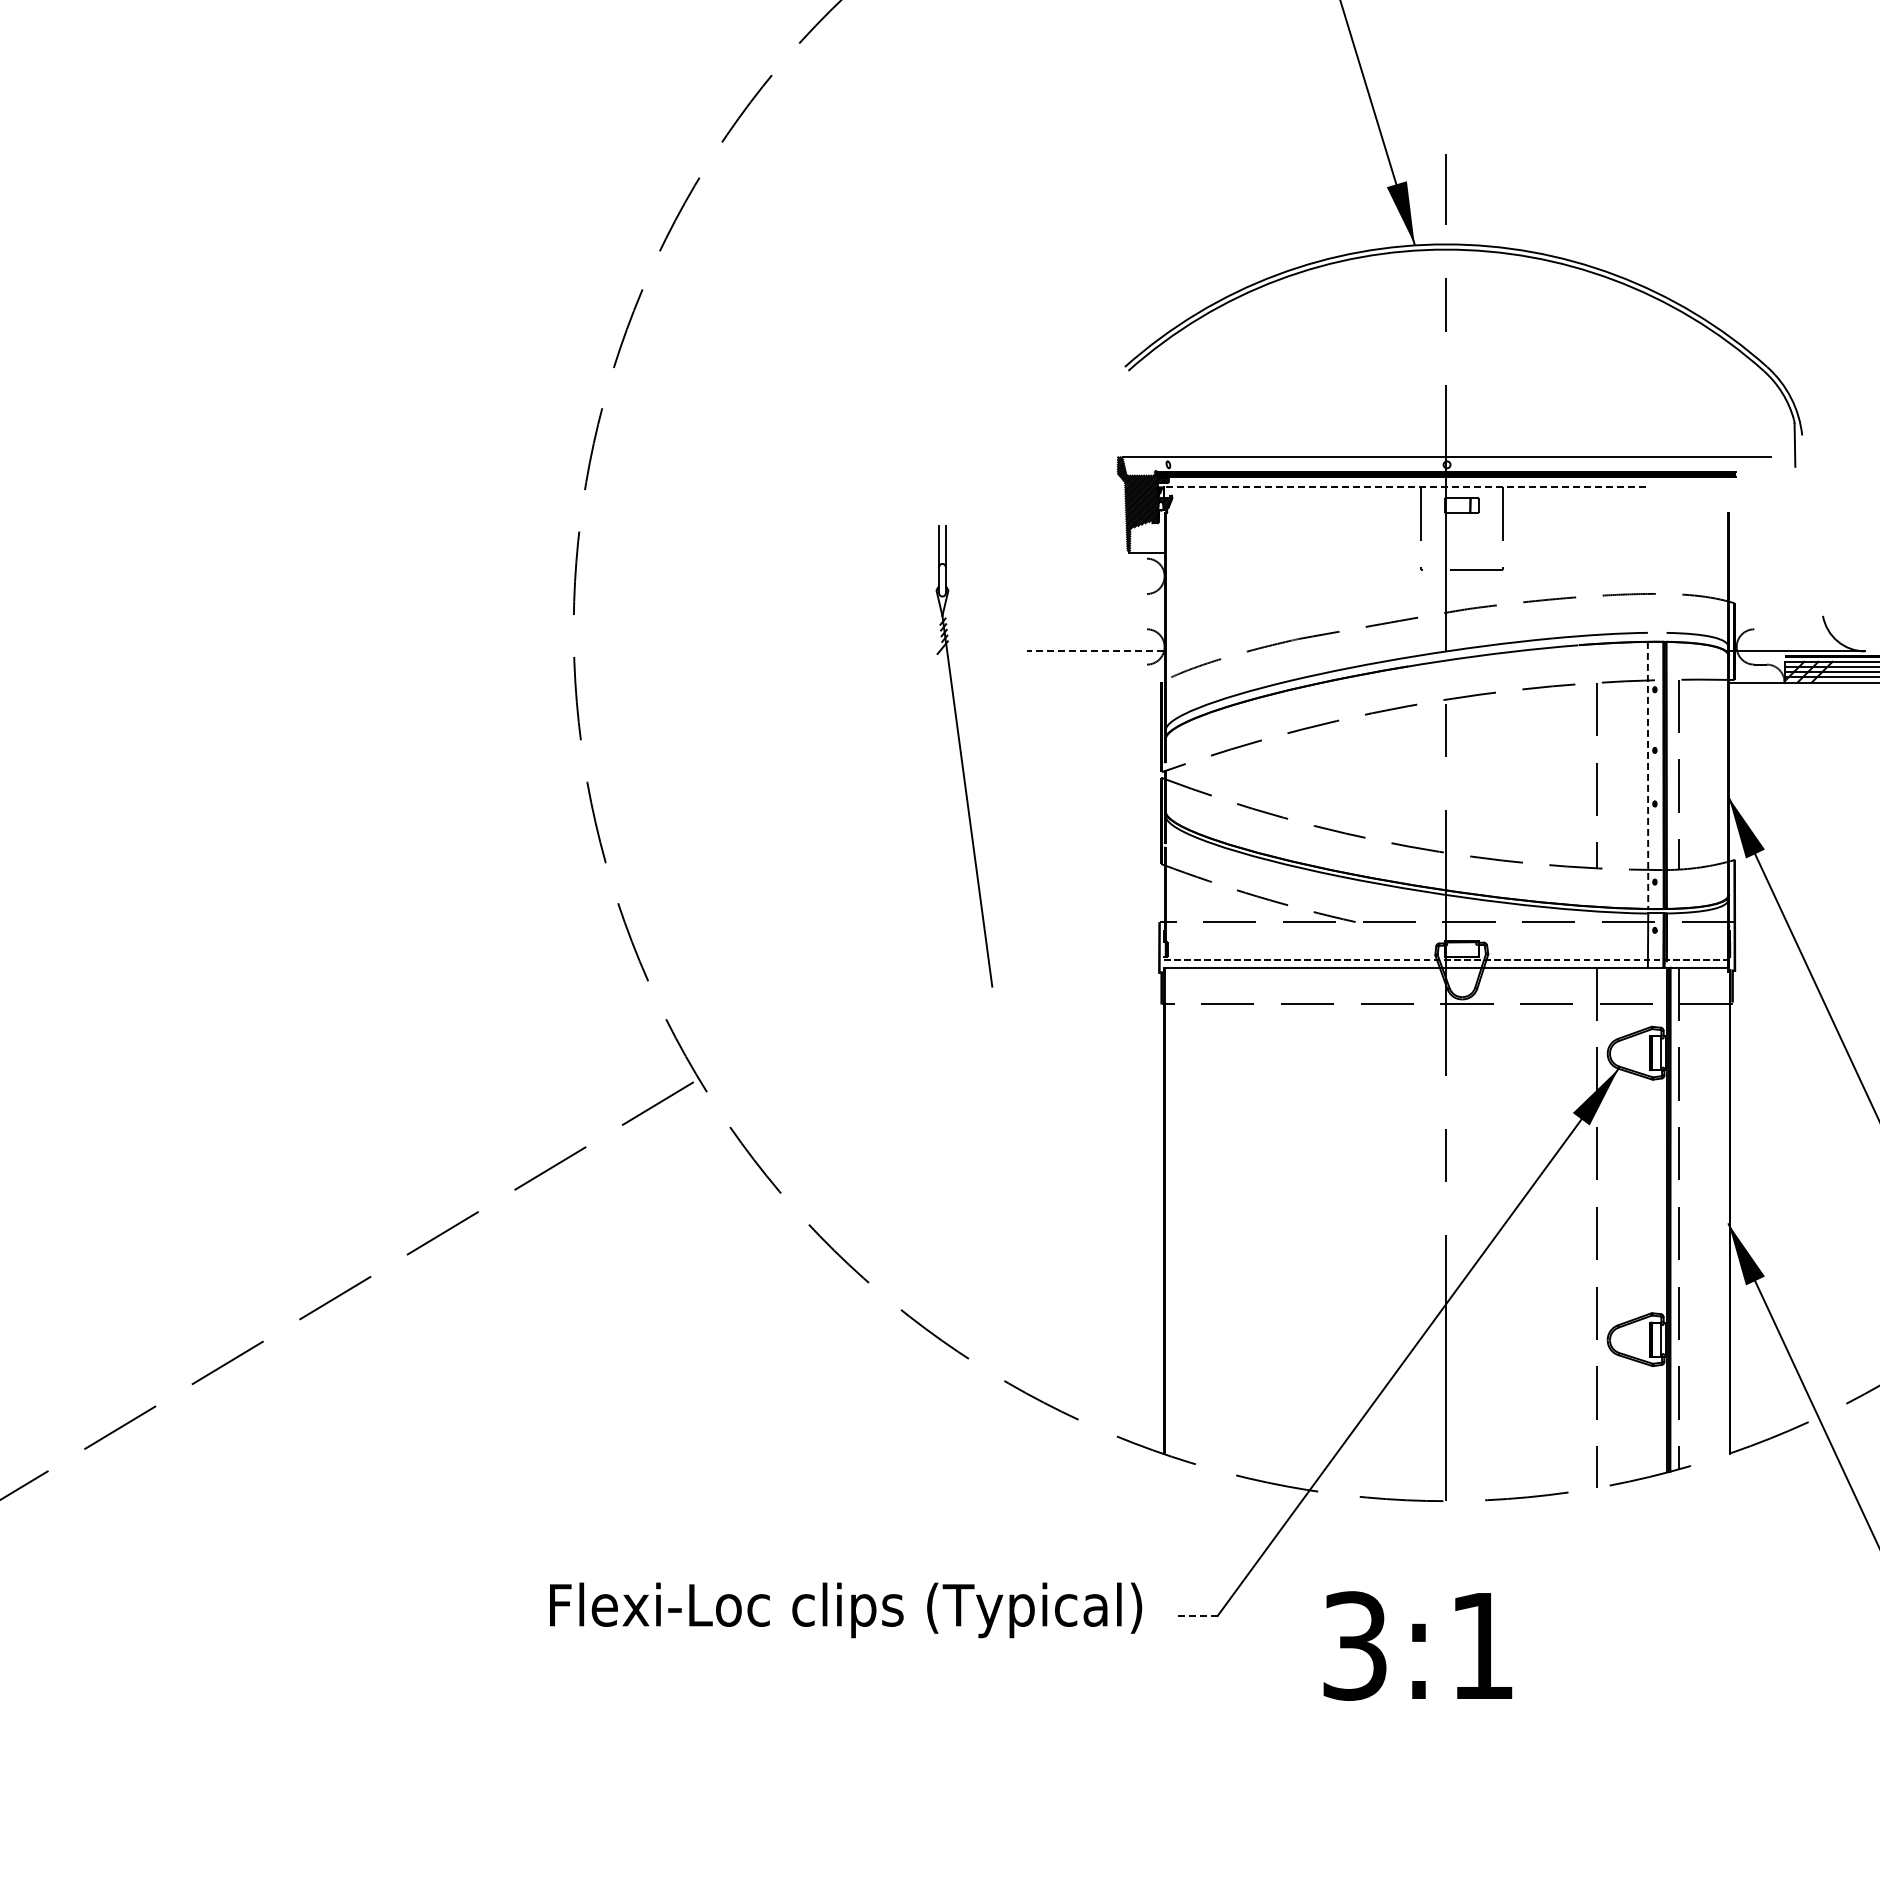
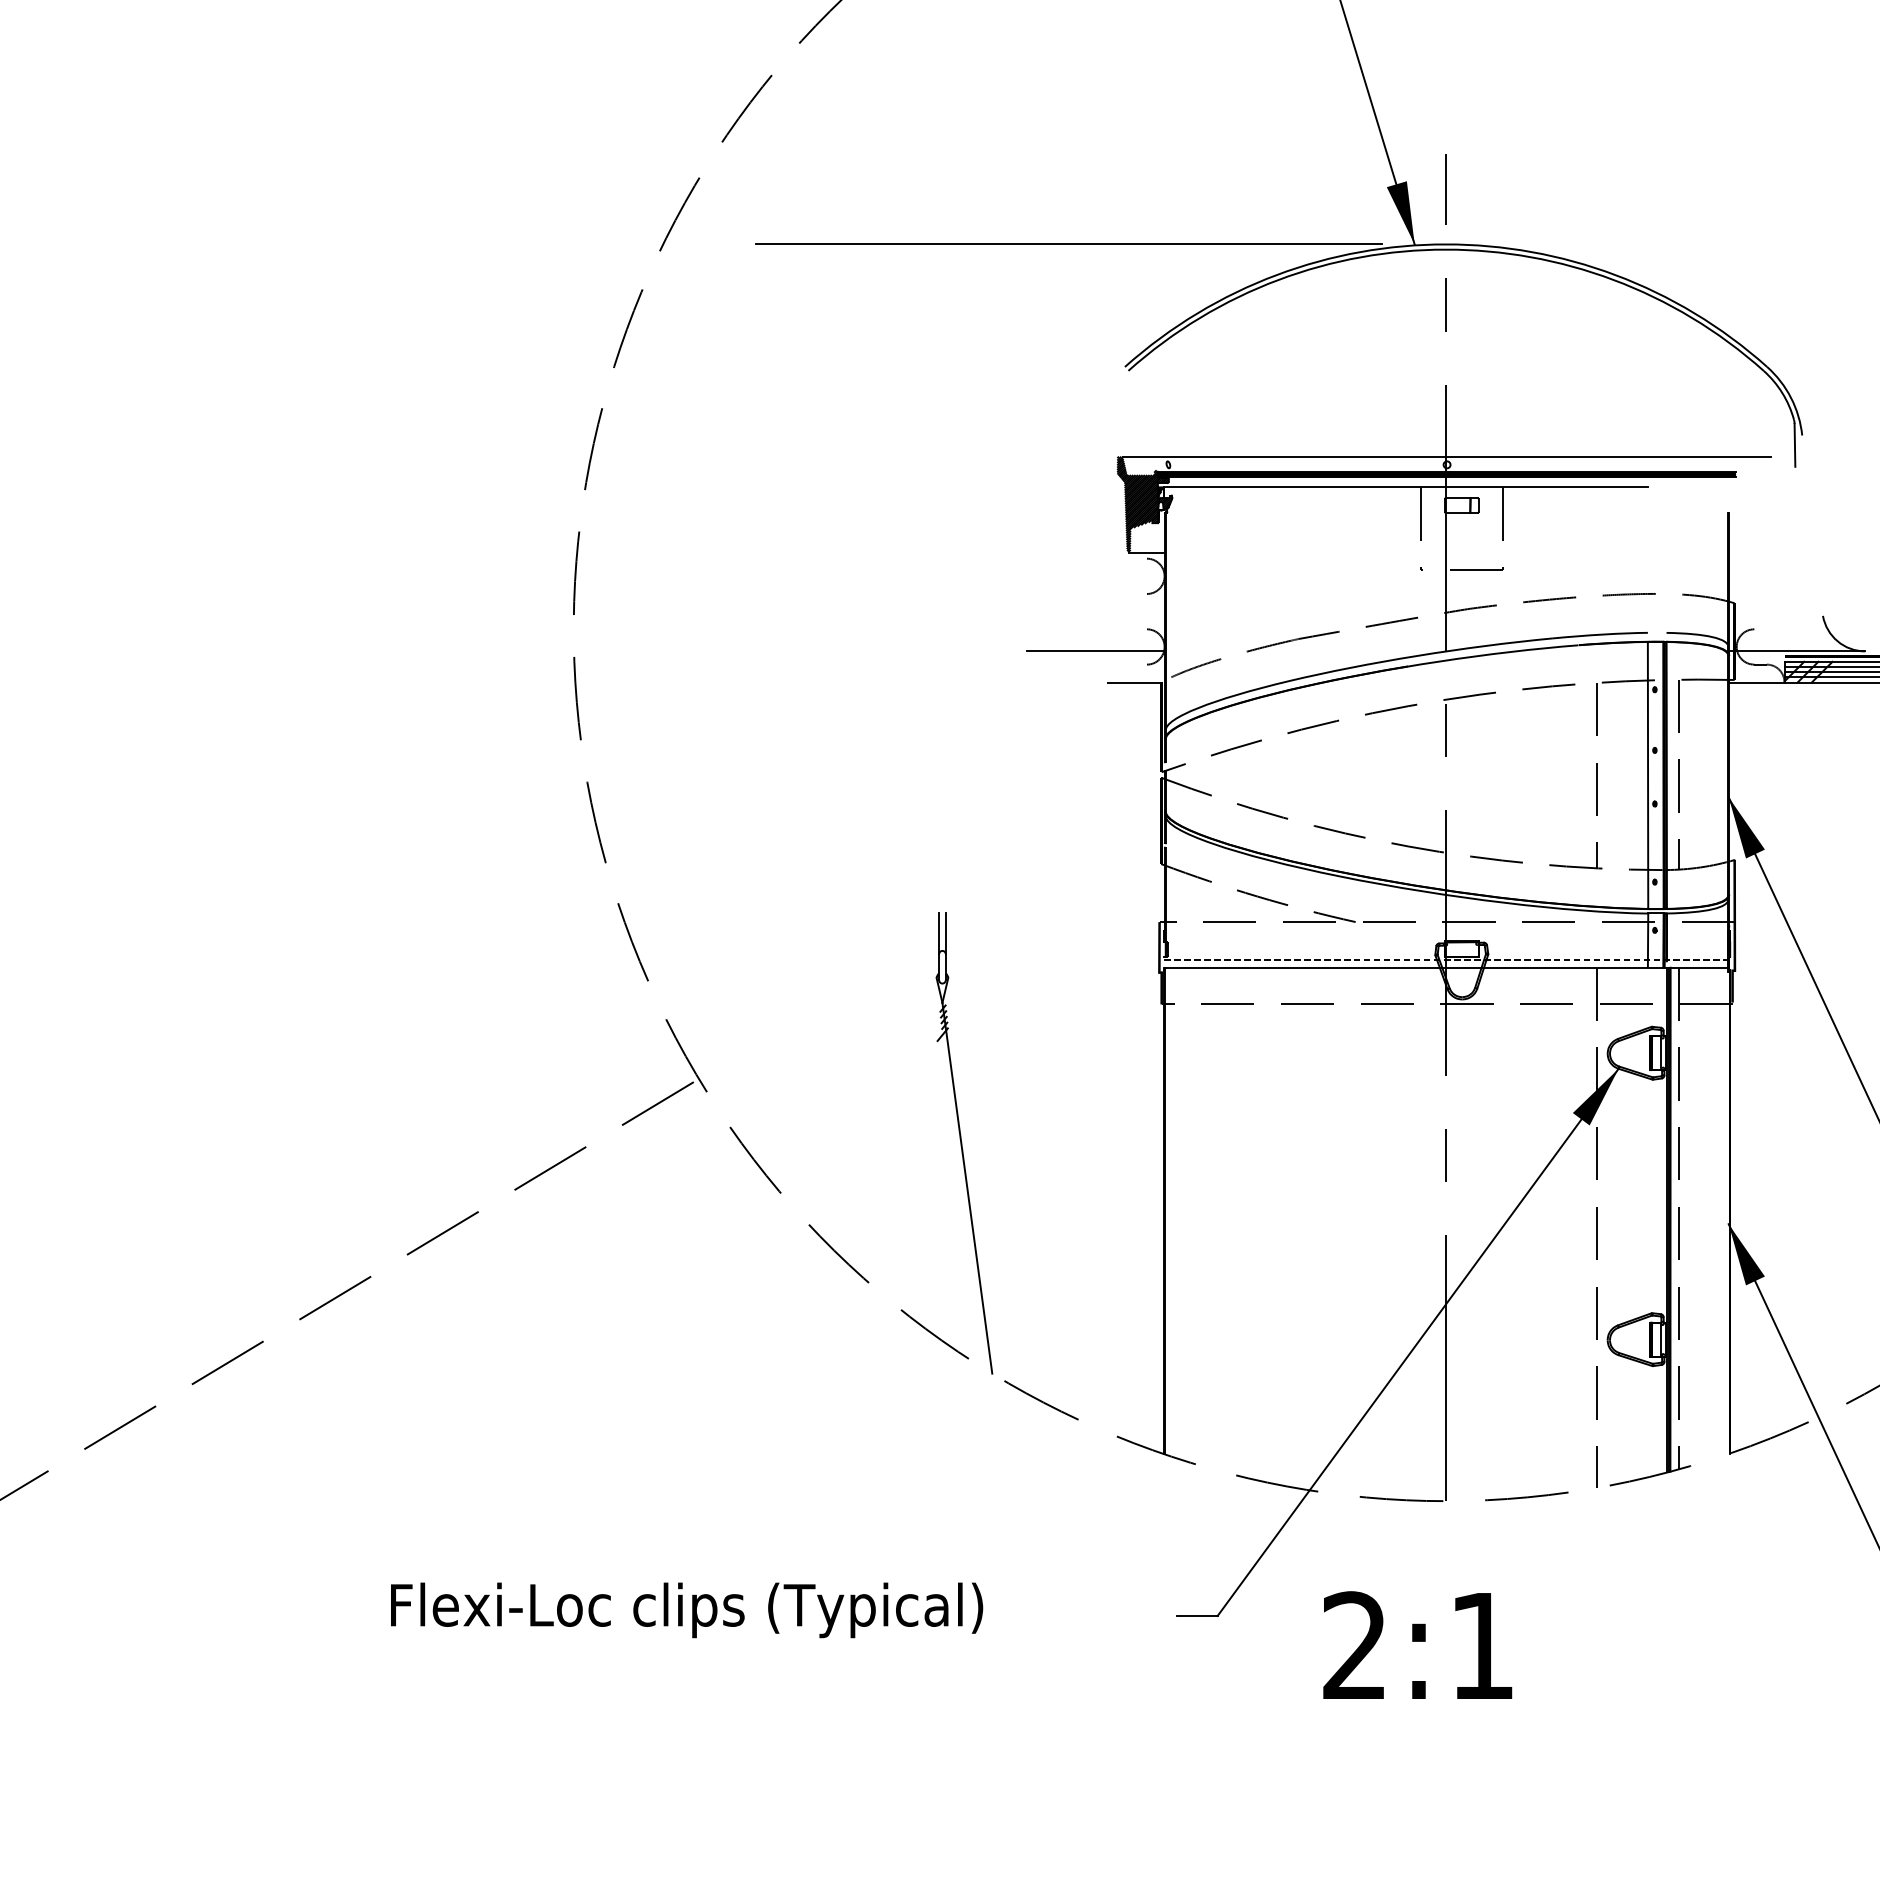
line at (1068, 244): none -> present
line at (1407, 487): dashed -> solid
line at (1095, 651): dashed -> solid
line at (1134, 682): none -> present
part at (964, 756) position: (964, 756) -> (964, 1143)
line at (1648, 775): dashed -> solid
text at (846, 1610) position: (846, 1610) -> (687, 1610)
line at (1196, 1615): dashed -> solid
text at (1354, 1645): 3:1 -> 2:1
